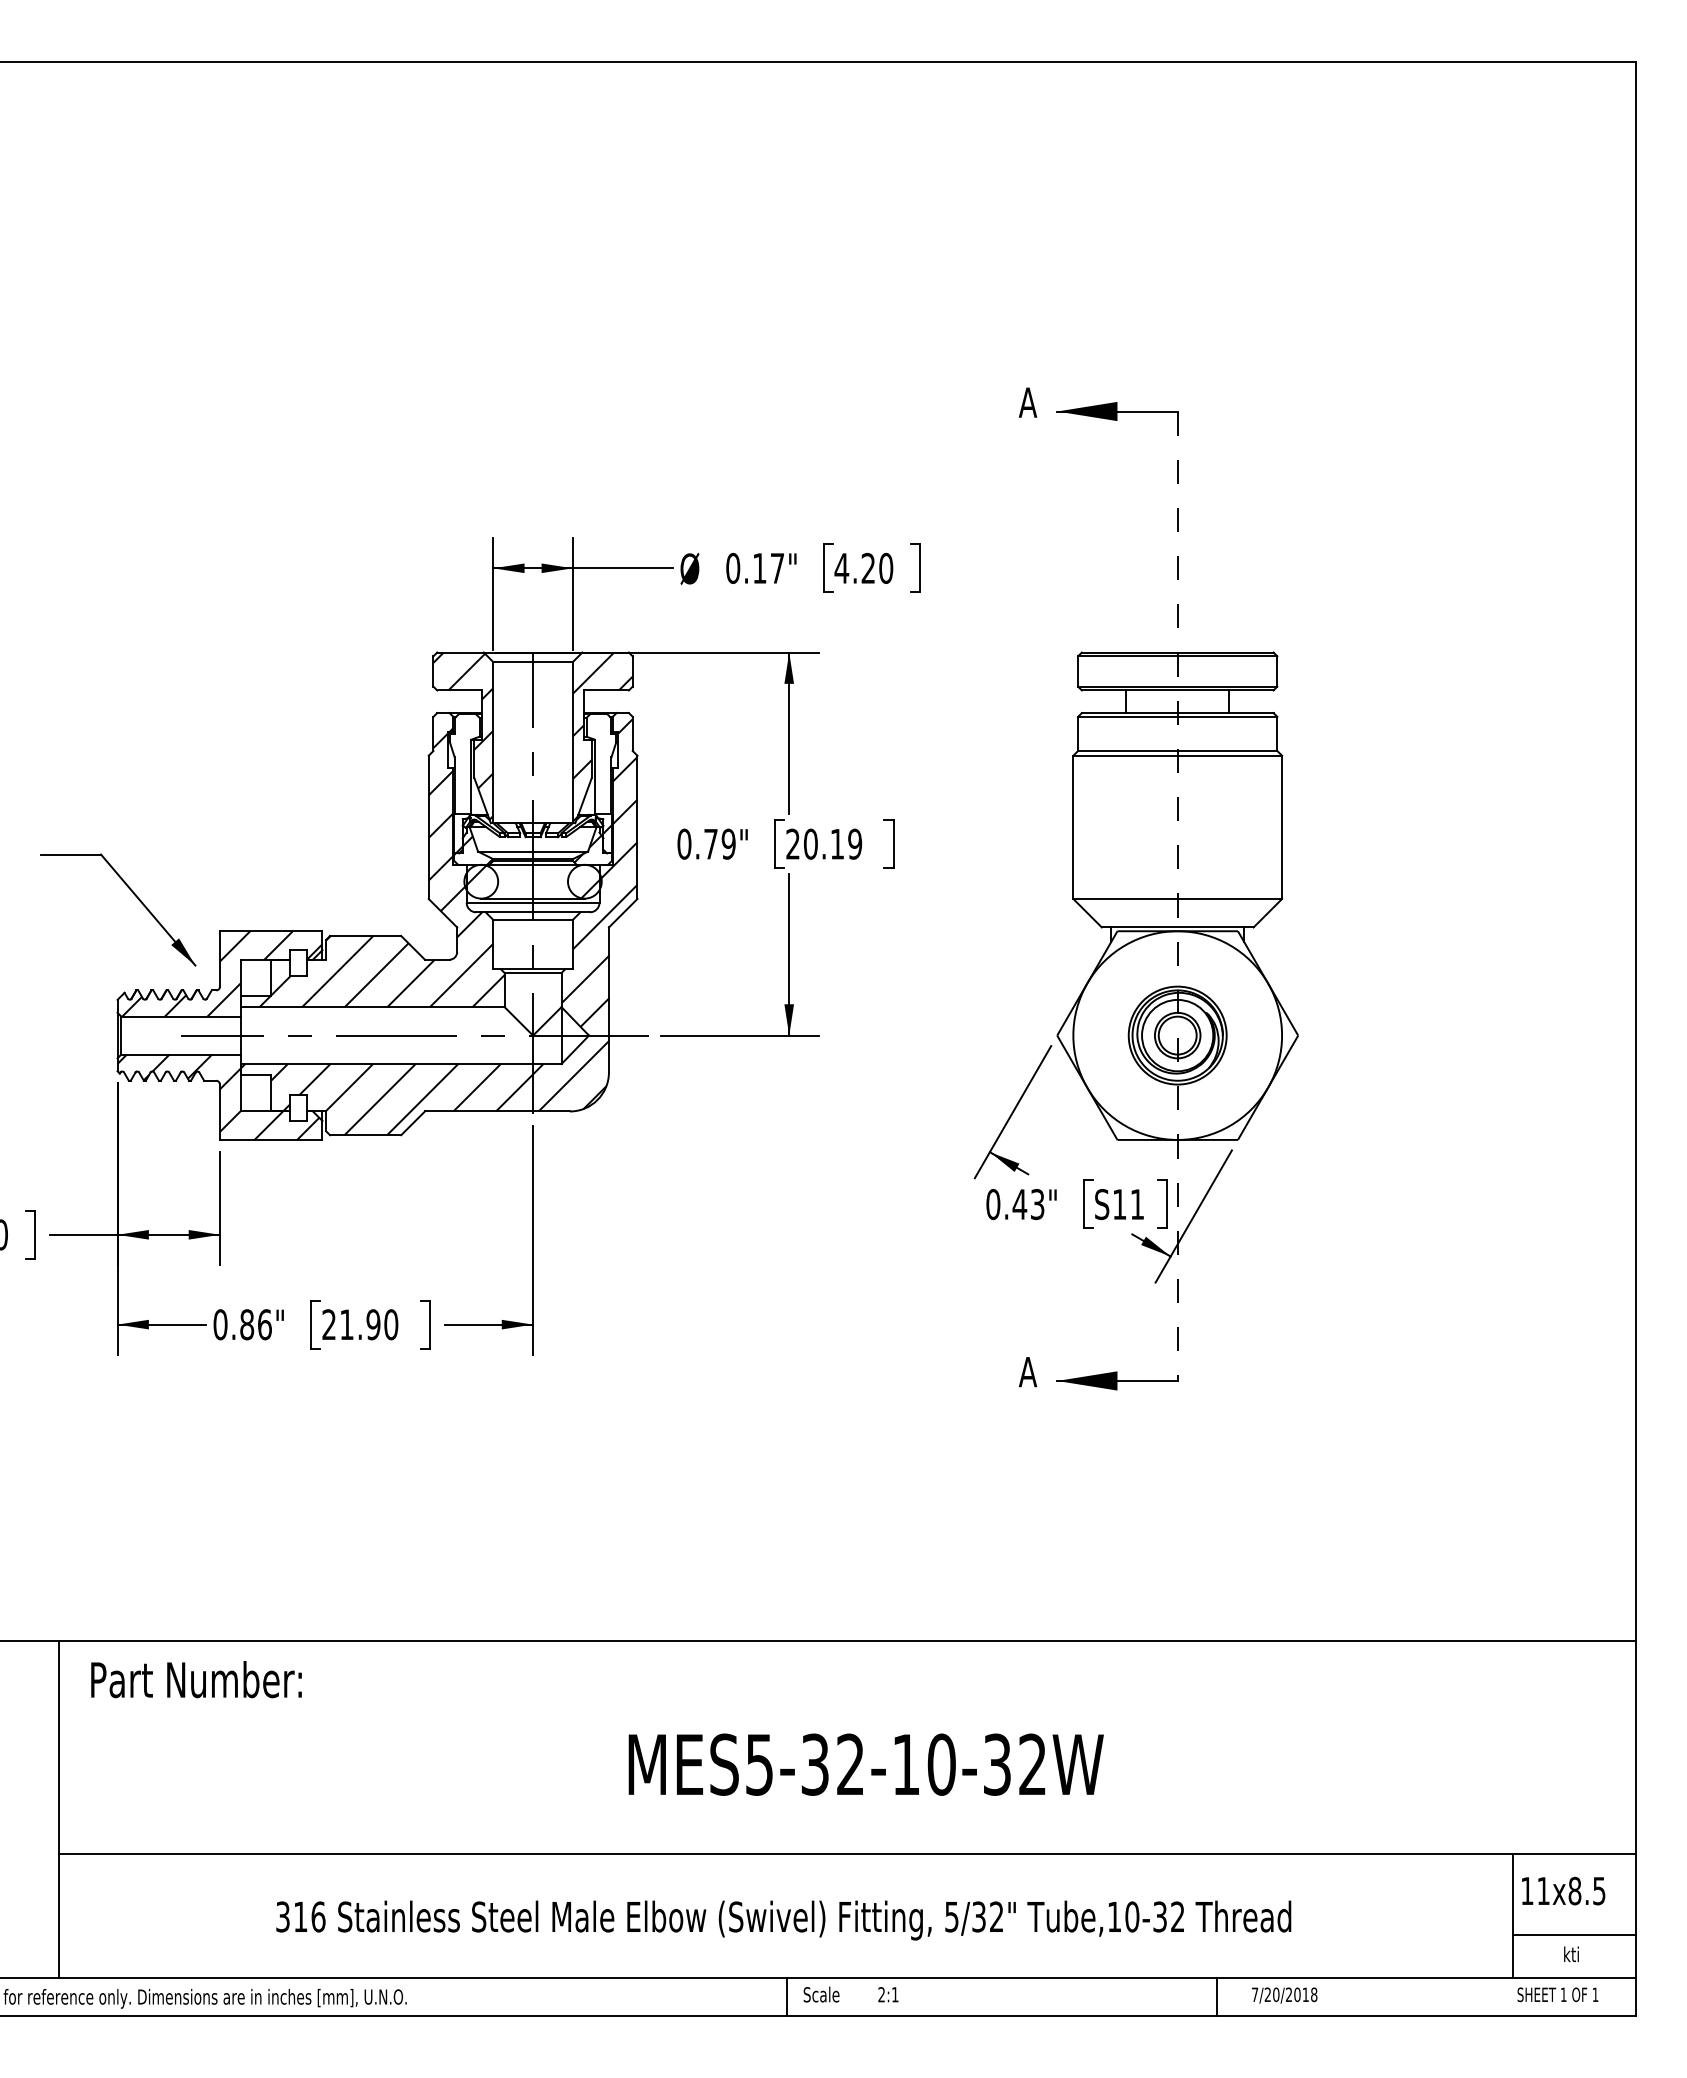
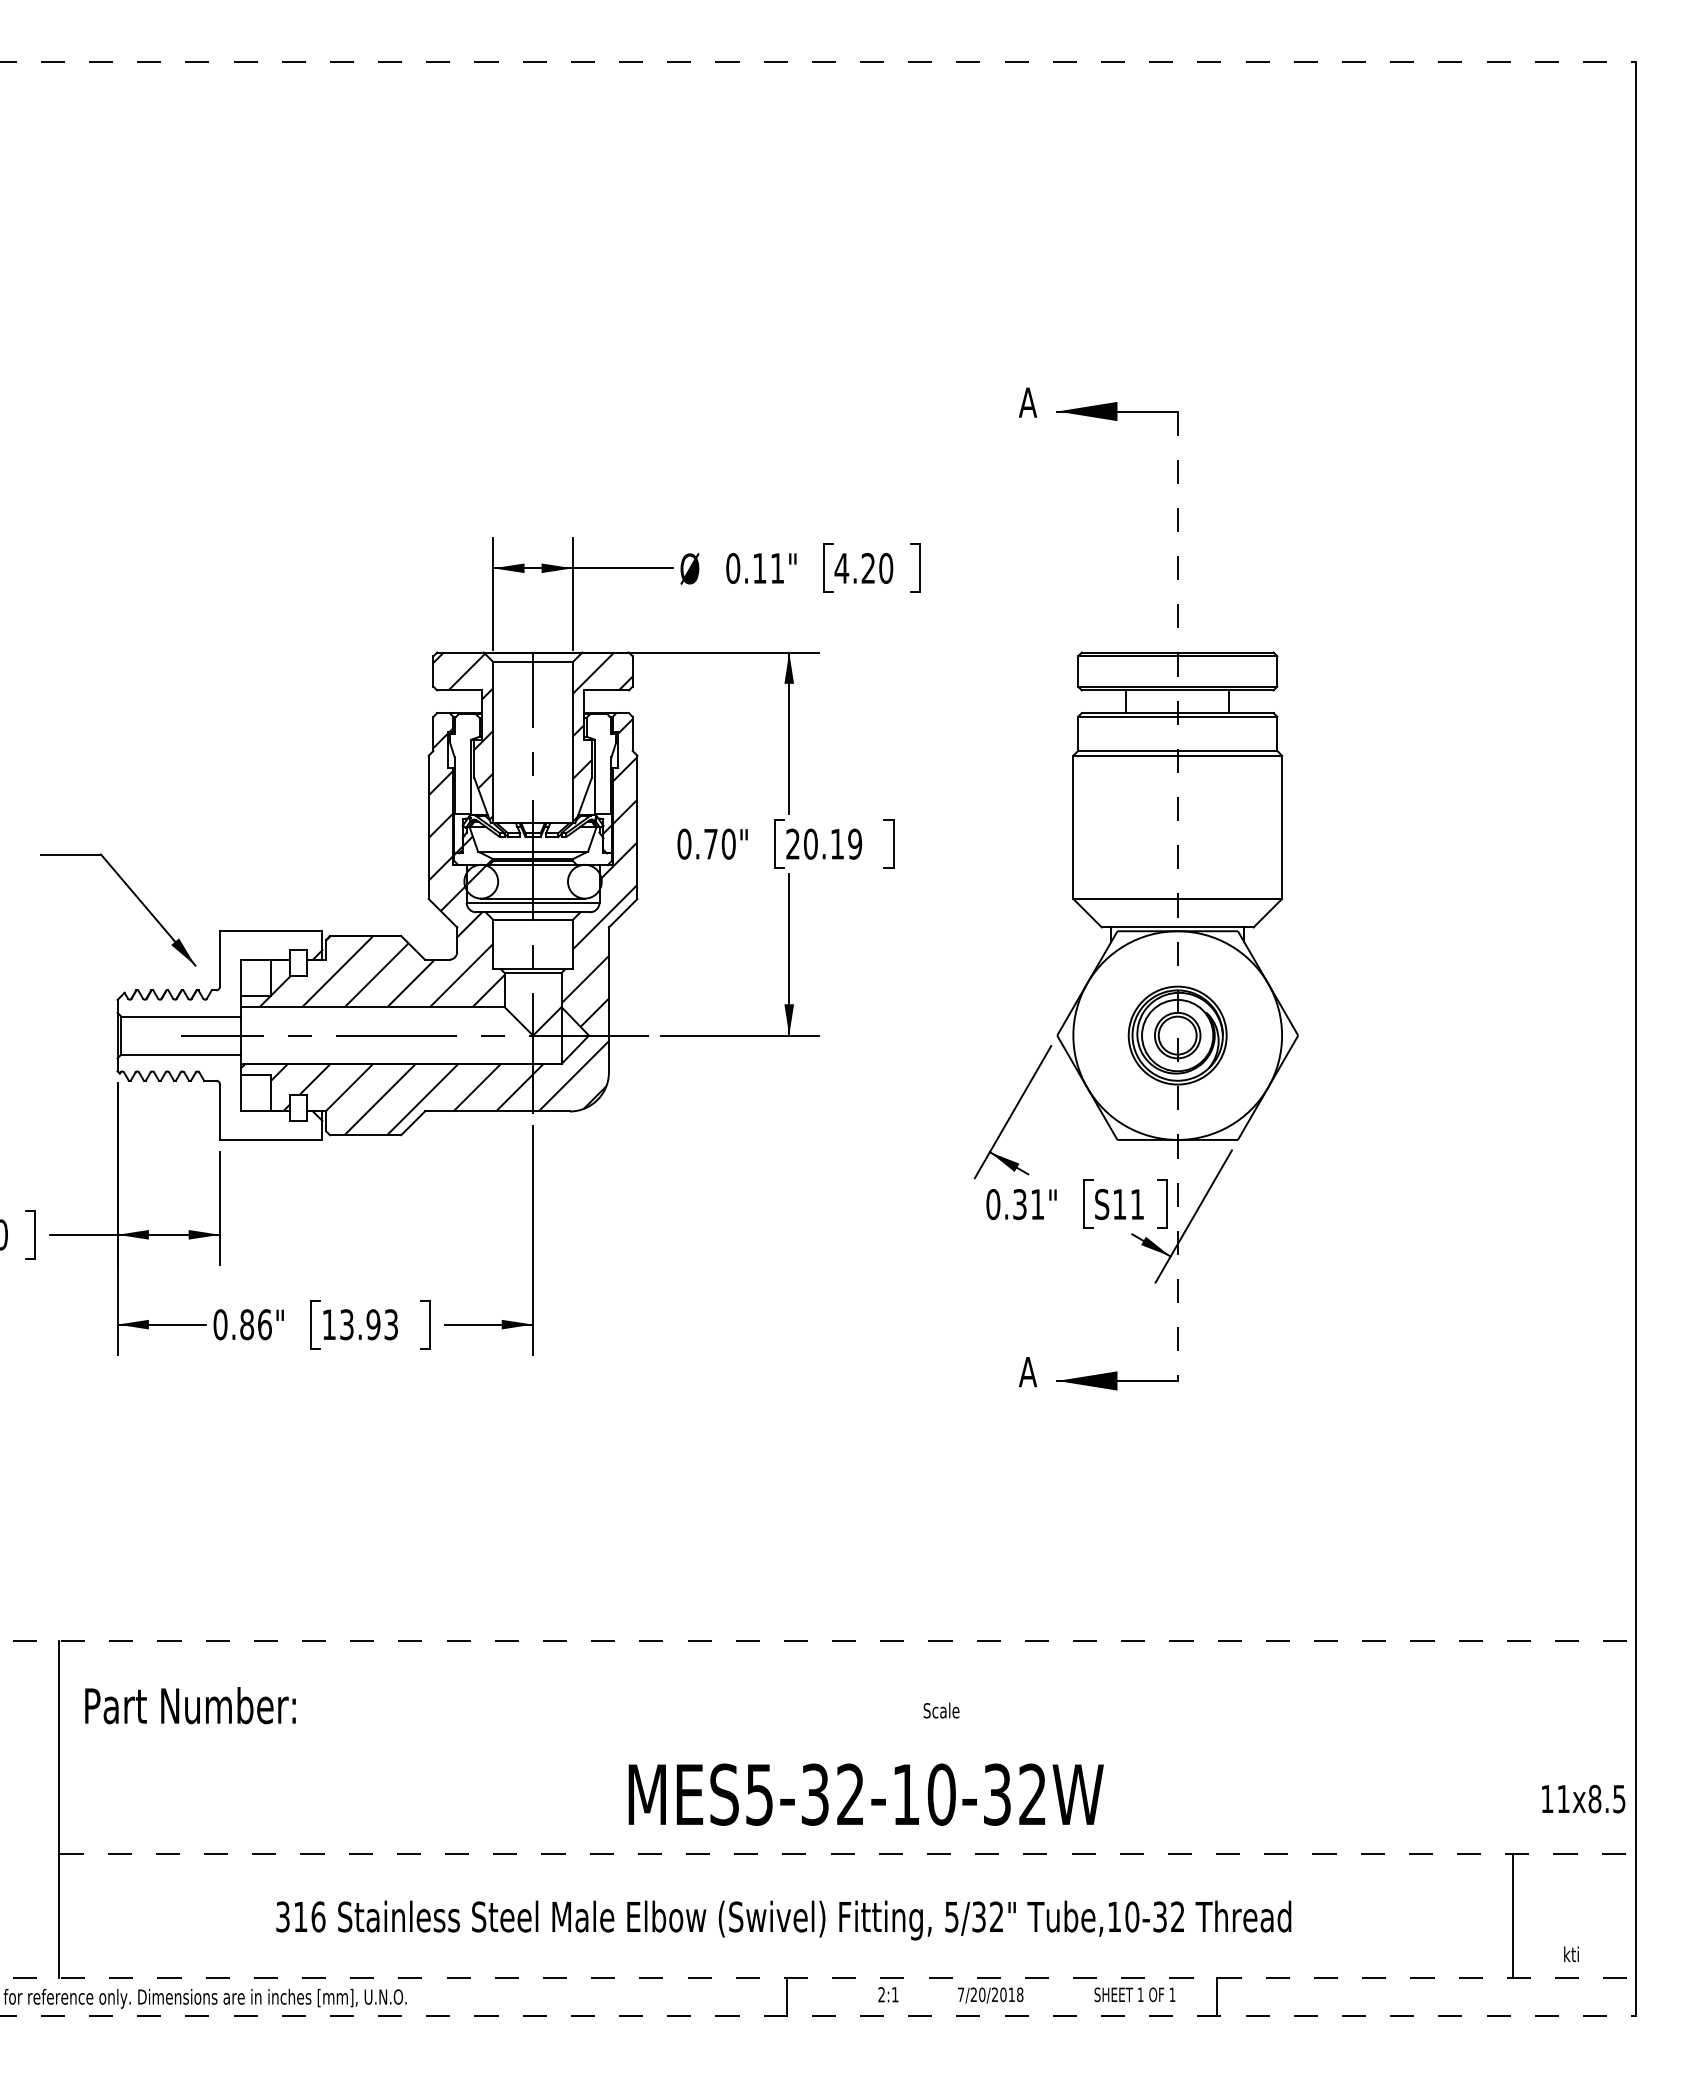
line at (818, 62): solid -> dashed
text at (777, 568): 0.17" -> 0.11"
text at (728, 843): 0.79" -> 0.70"
hatch at (587, 848): present -> none
hatch at (591, 888): present -> none
hatch at (222, 973): present -> none
hatch at (218, 1096): present -> none
text at (1028, 1204): 0.43" -> 0.31"
text at (360, 1324): 21.90 -> 13.93
line at (818, 1641): solid -> dashed
text at (196, 1679) position: (196, 1679) -> (190, 1705)
text at (865, 1764) position: (865, 1764) -> (865, 1794)
line at (848, 1854): solid -> dashed
text at (1563, 1890) position: (1563, 1890) -> (1583, 1798)
line at (1574, 1935): present -> none
line at (818, 1977): solid -> dashed
text at (821, 1994) position: (821, 1994) -> (941, 1710)
text at (1557, 1994) position: (1557, 1994) -> (1134, 1994)
text at (1284, 1995) position: (1284, 1995) -> (990, 1995)
line at (818, 2015): solid -> dashed
